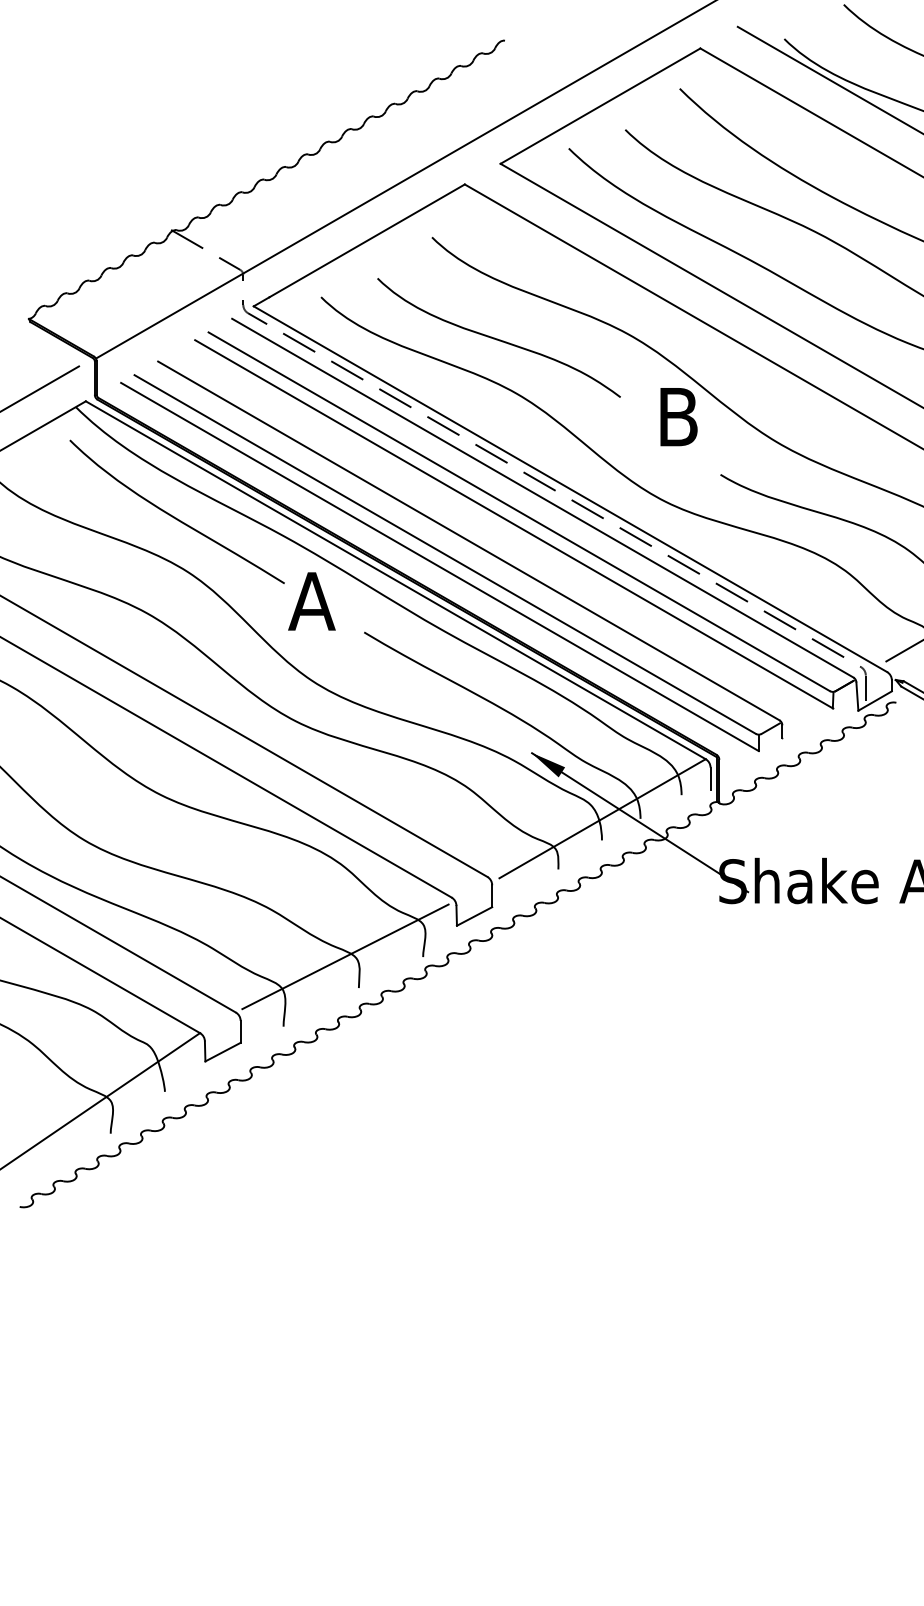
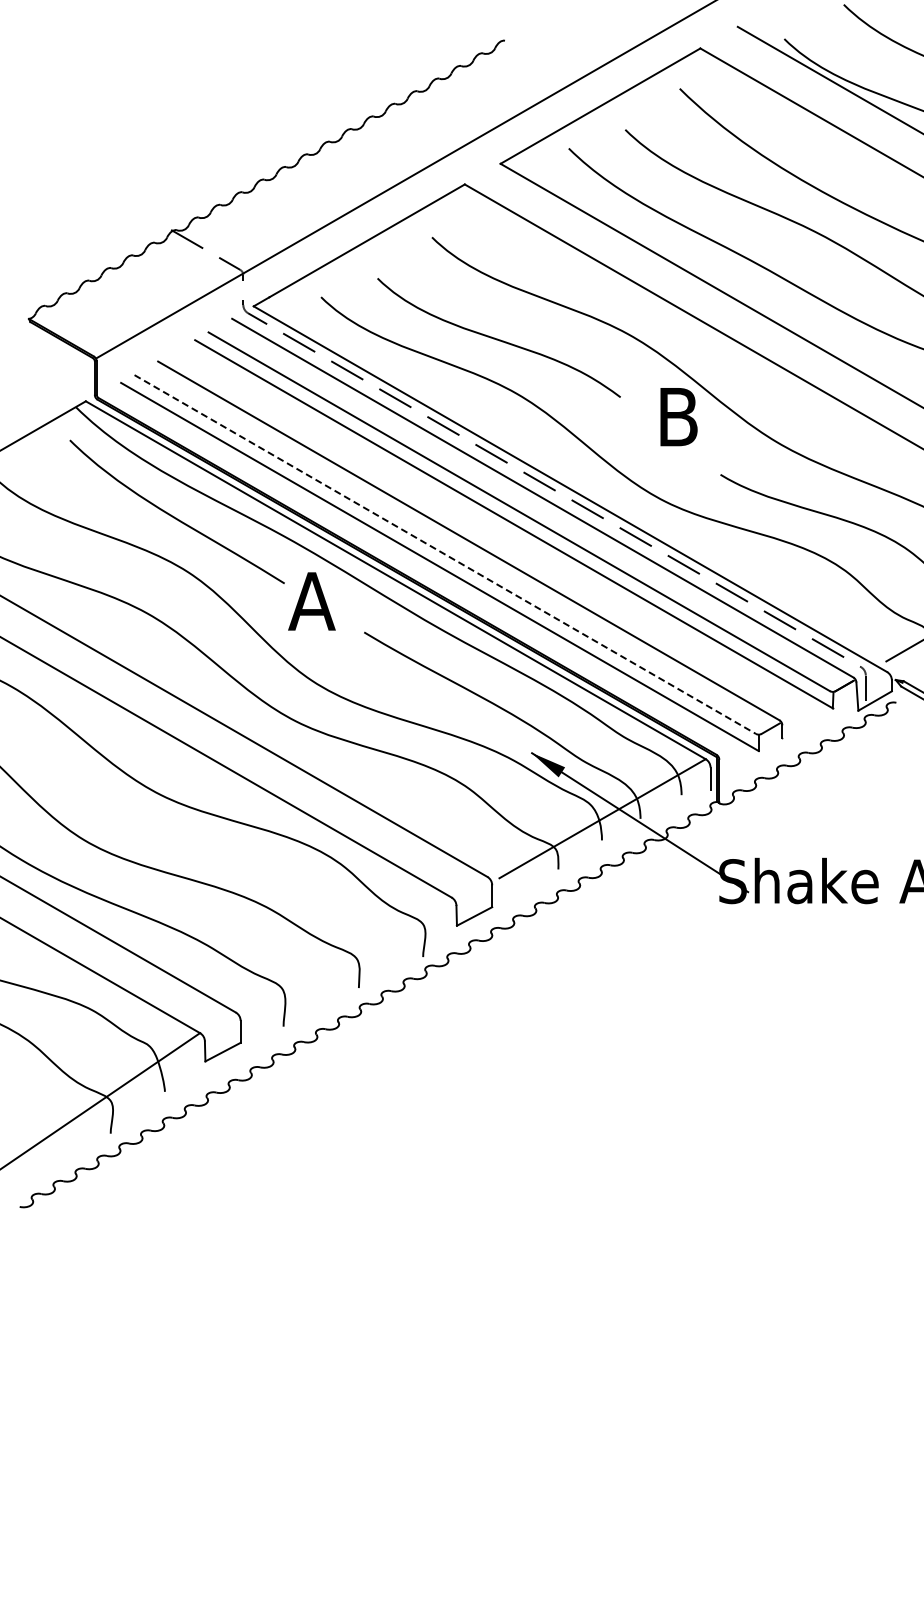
line at (40, 388): present -> none
line at (445, 554): solid -> dashed
line at (345, 956): present -> none
